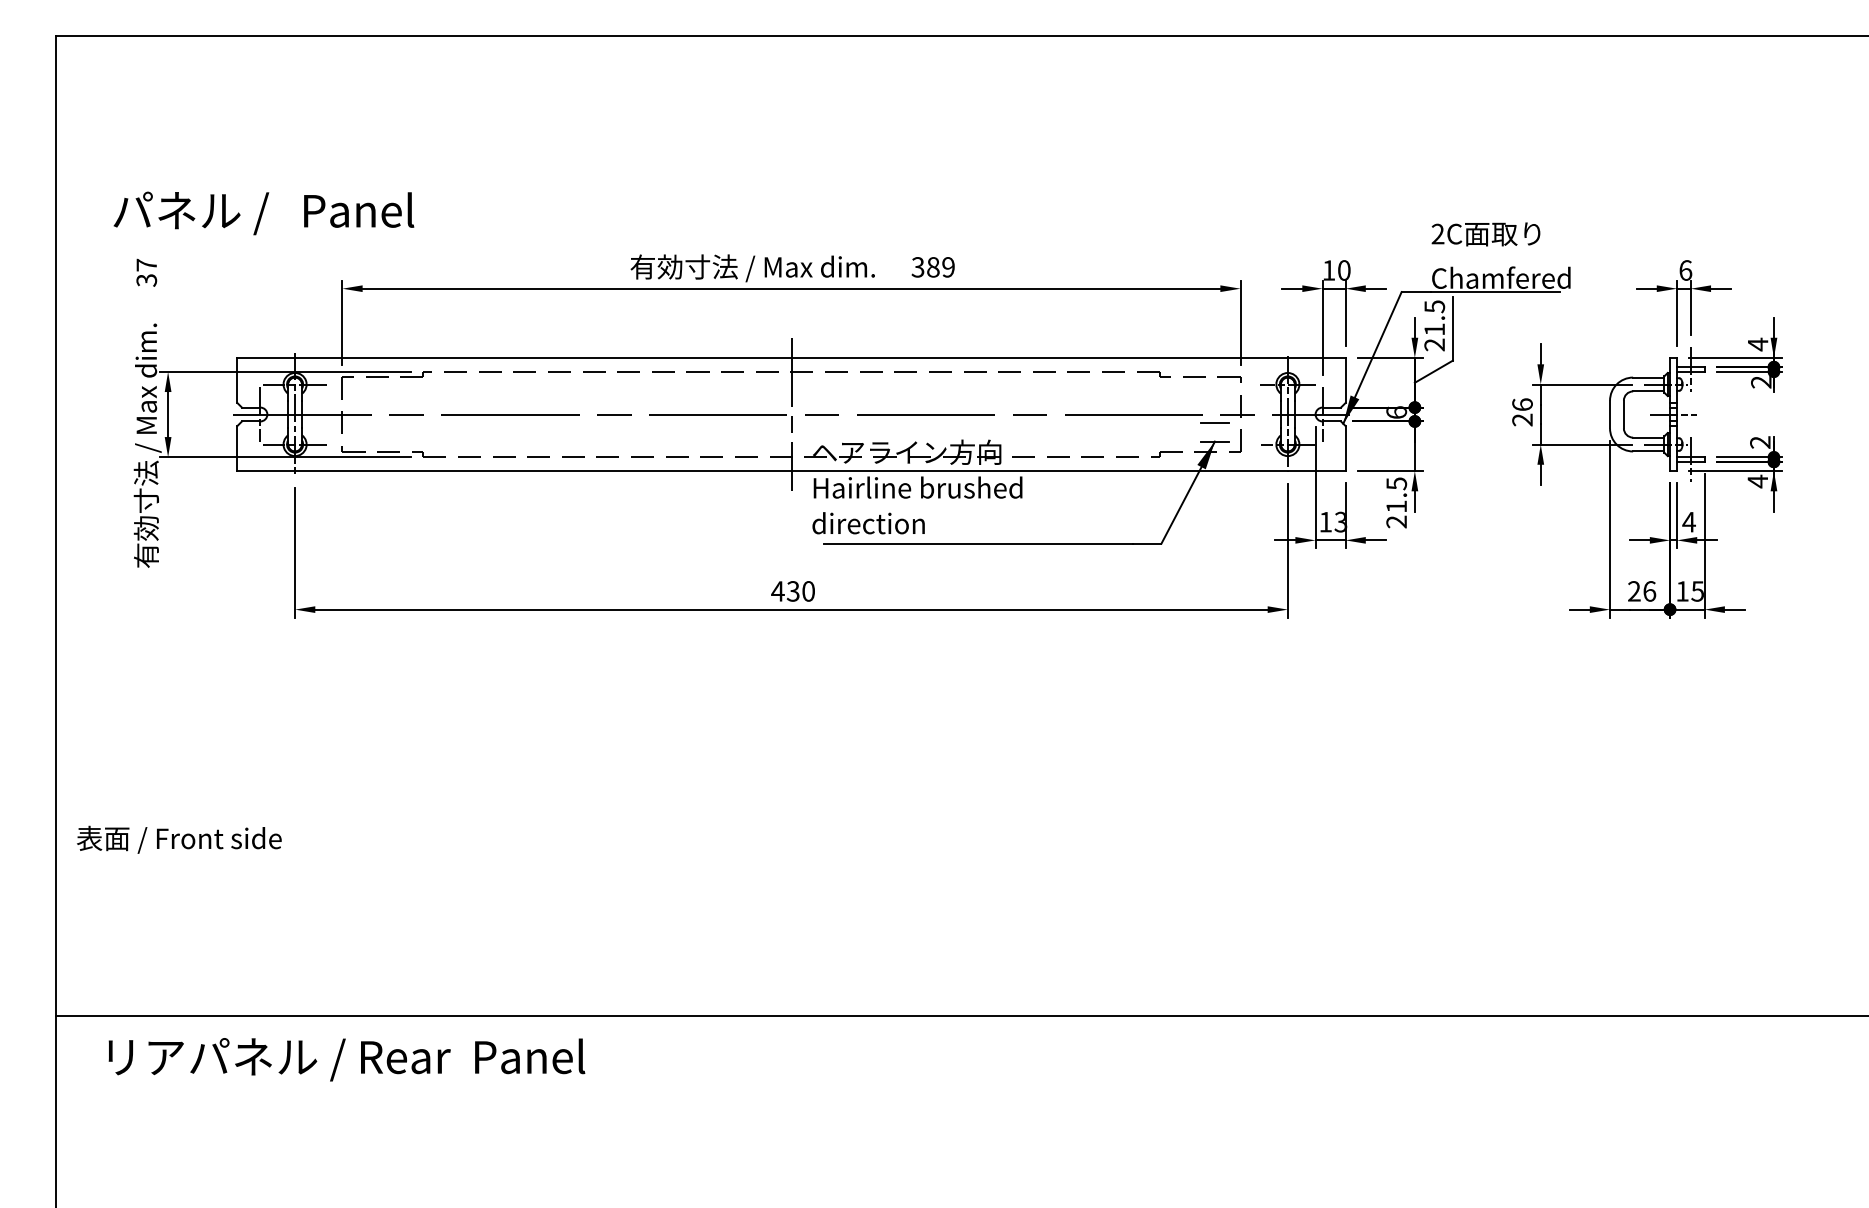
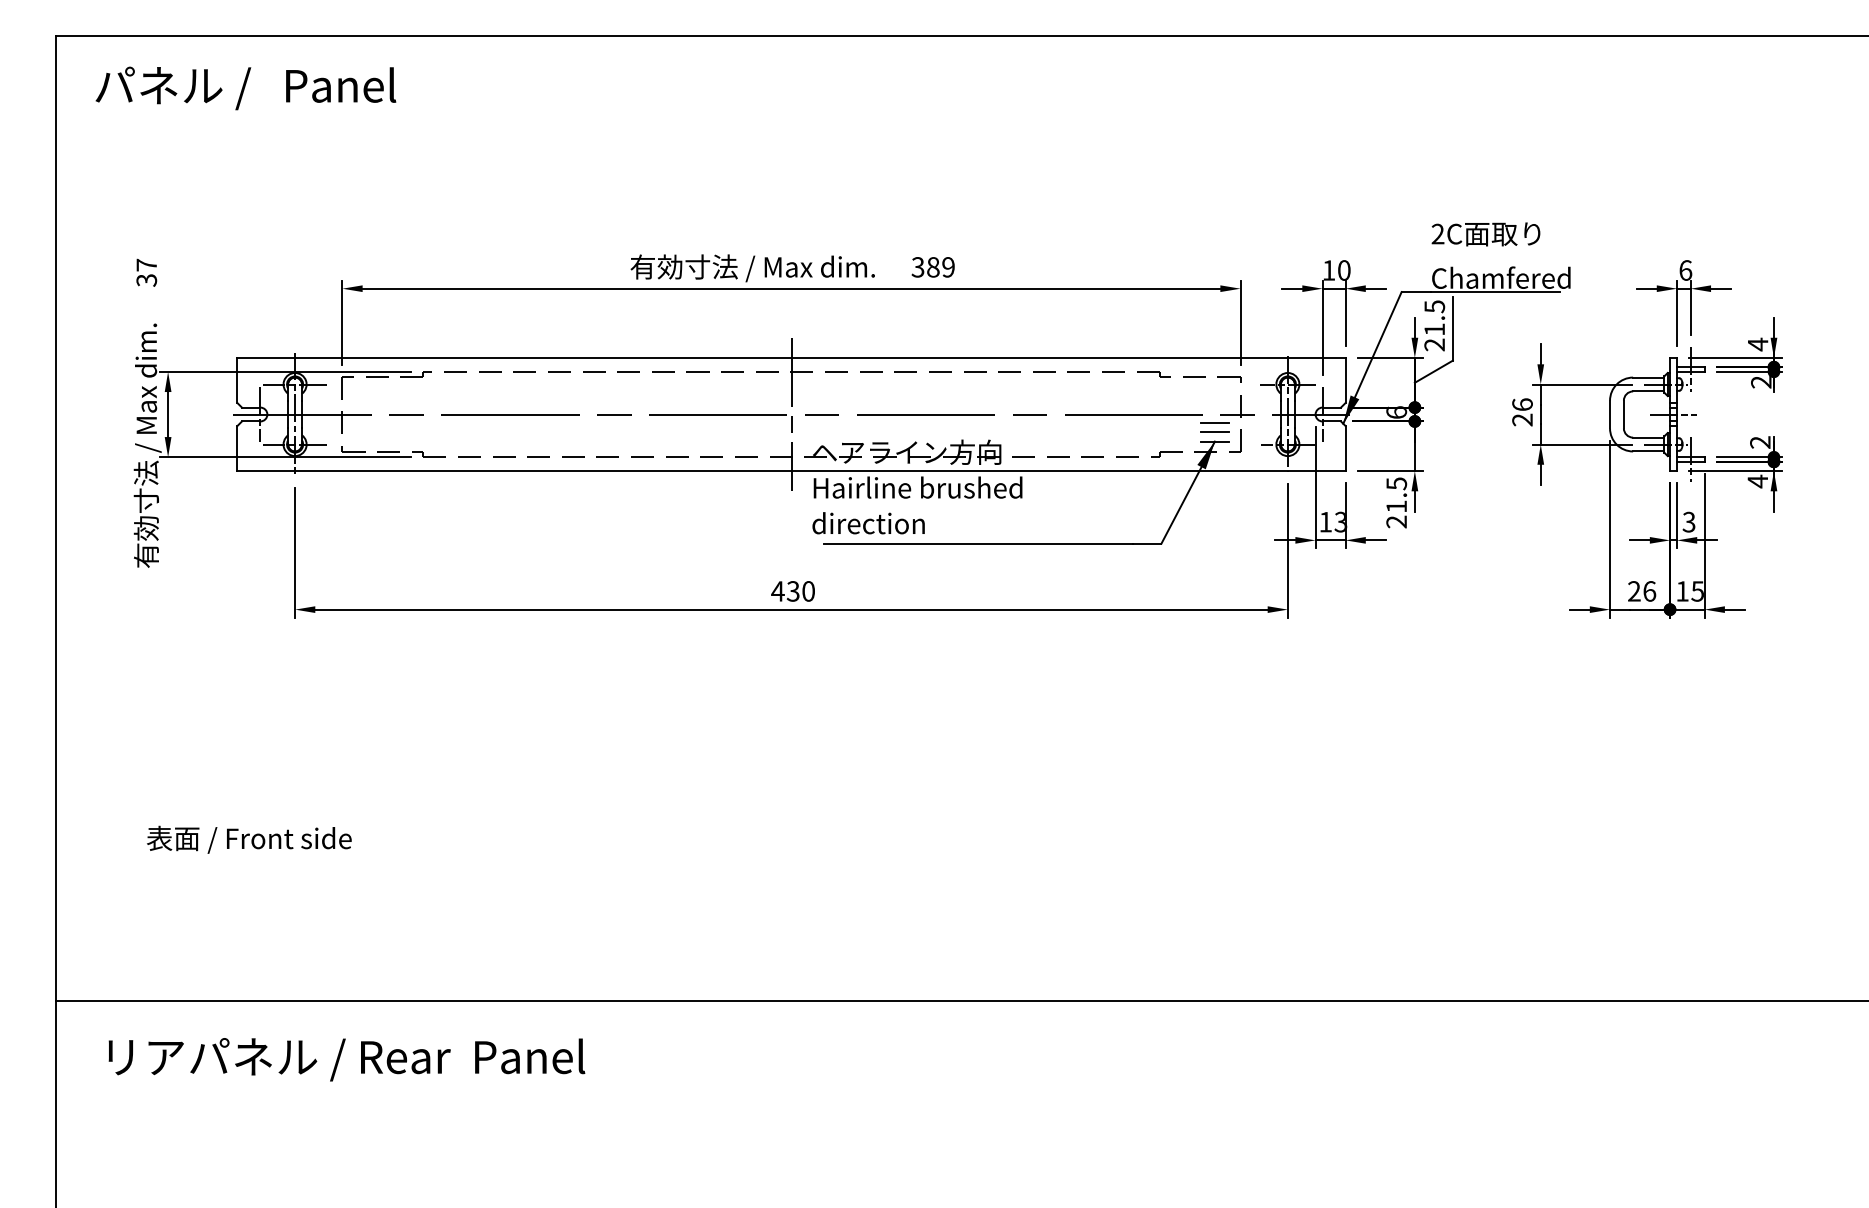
text at (263, 213) position: (263, 213) -> (245, 88)
line at (1214, 432): none -> present
text at (1688, 521): 4 -> 3
text at (179, 839) position: (179, 839) -> (249, 839)
line at (960, 1016) position: (960, 1016) -> (960, 1001)
